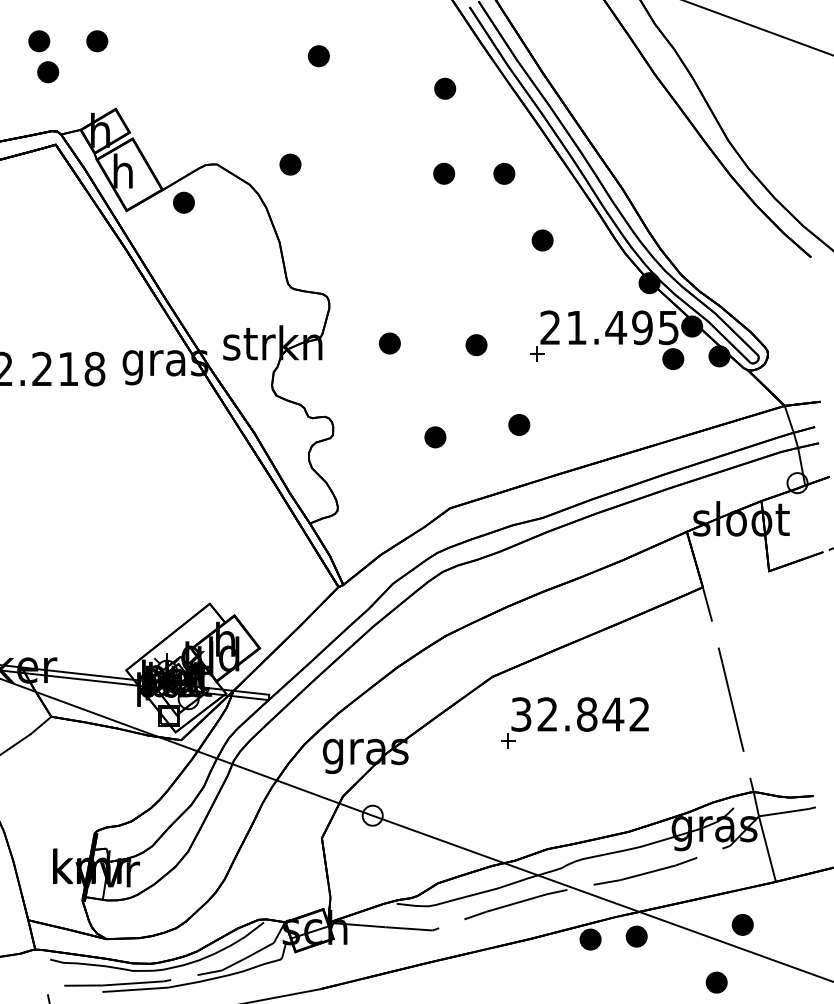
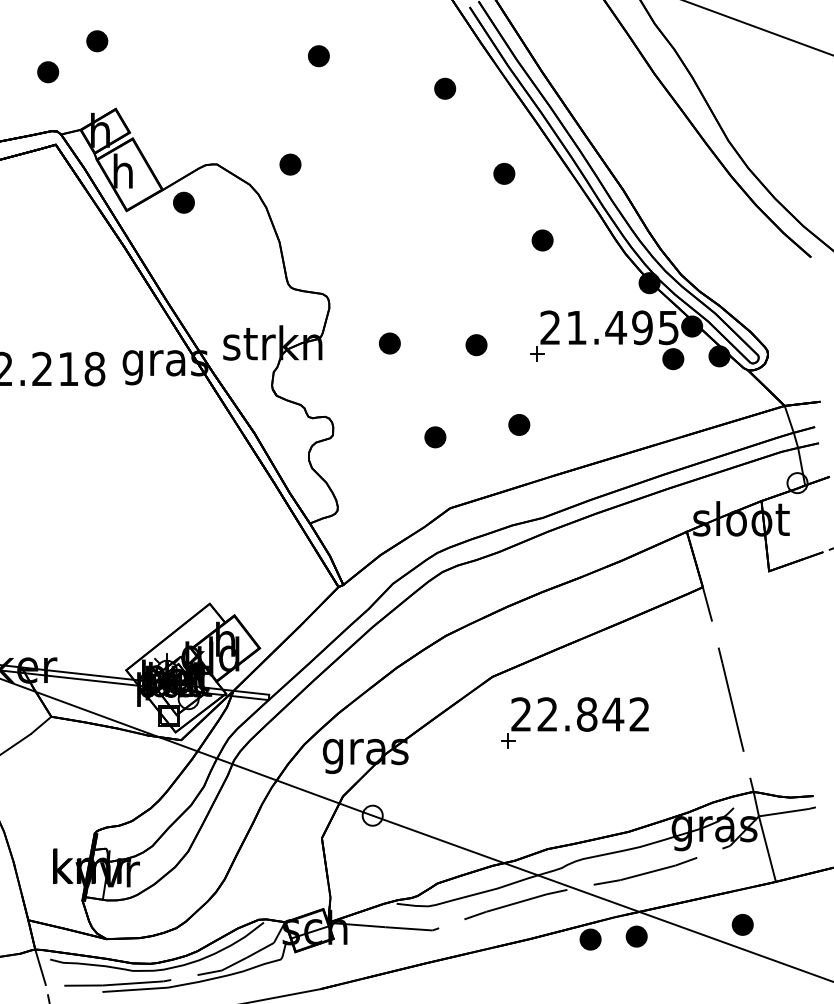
part at (39, 41): present -> none
part at (444, 173): present -> none
text at (521, 714): 32.842 -> 22.842
line at (40, 967): none -> present
part at (716, 982): present -> none
